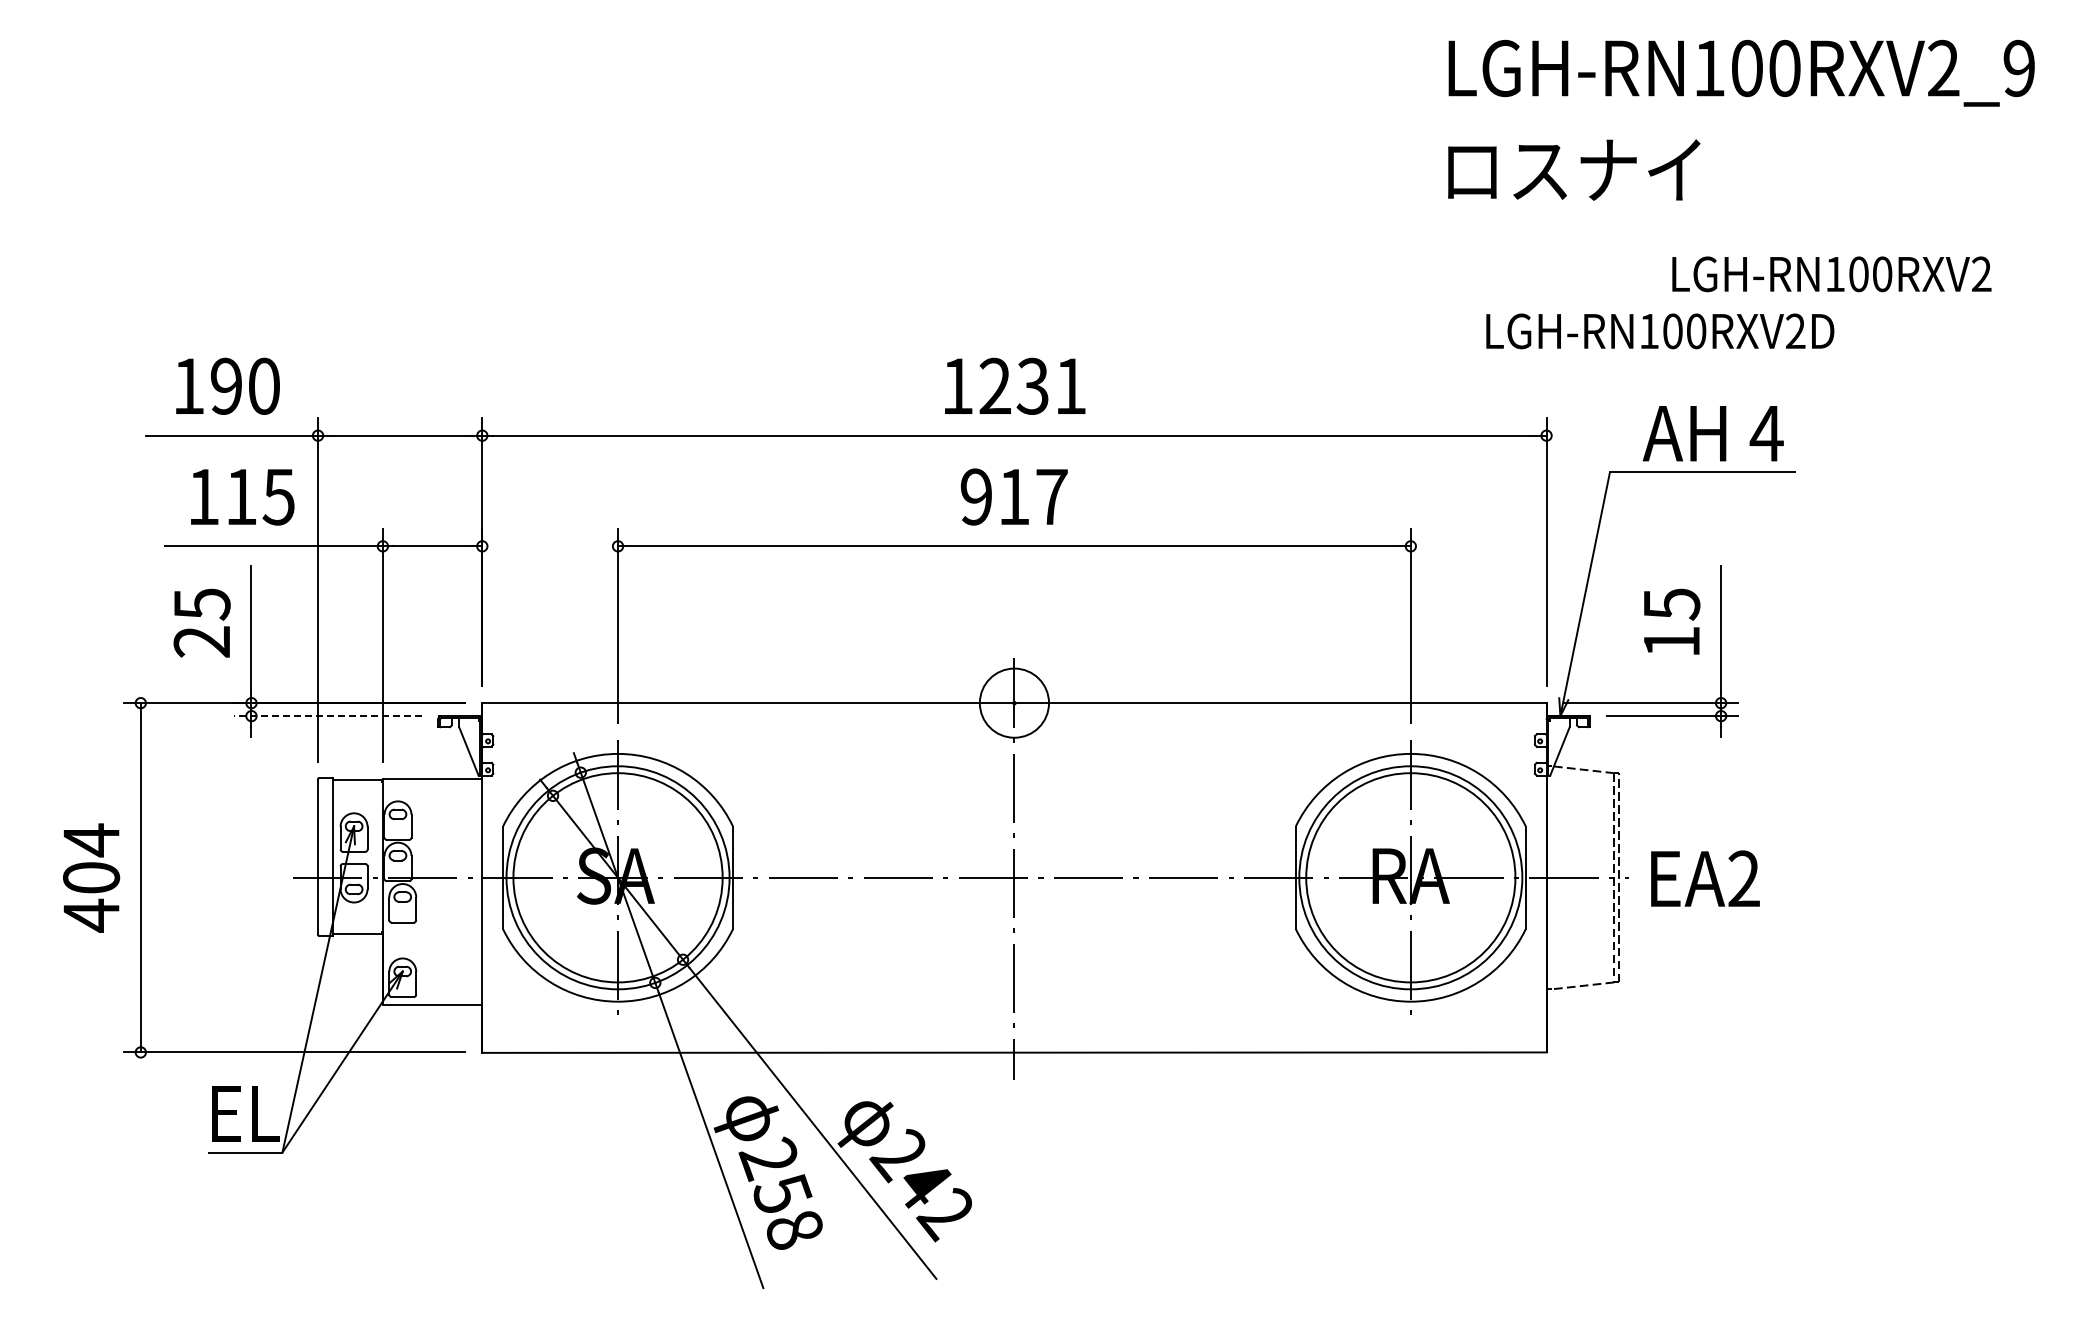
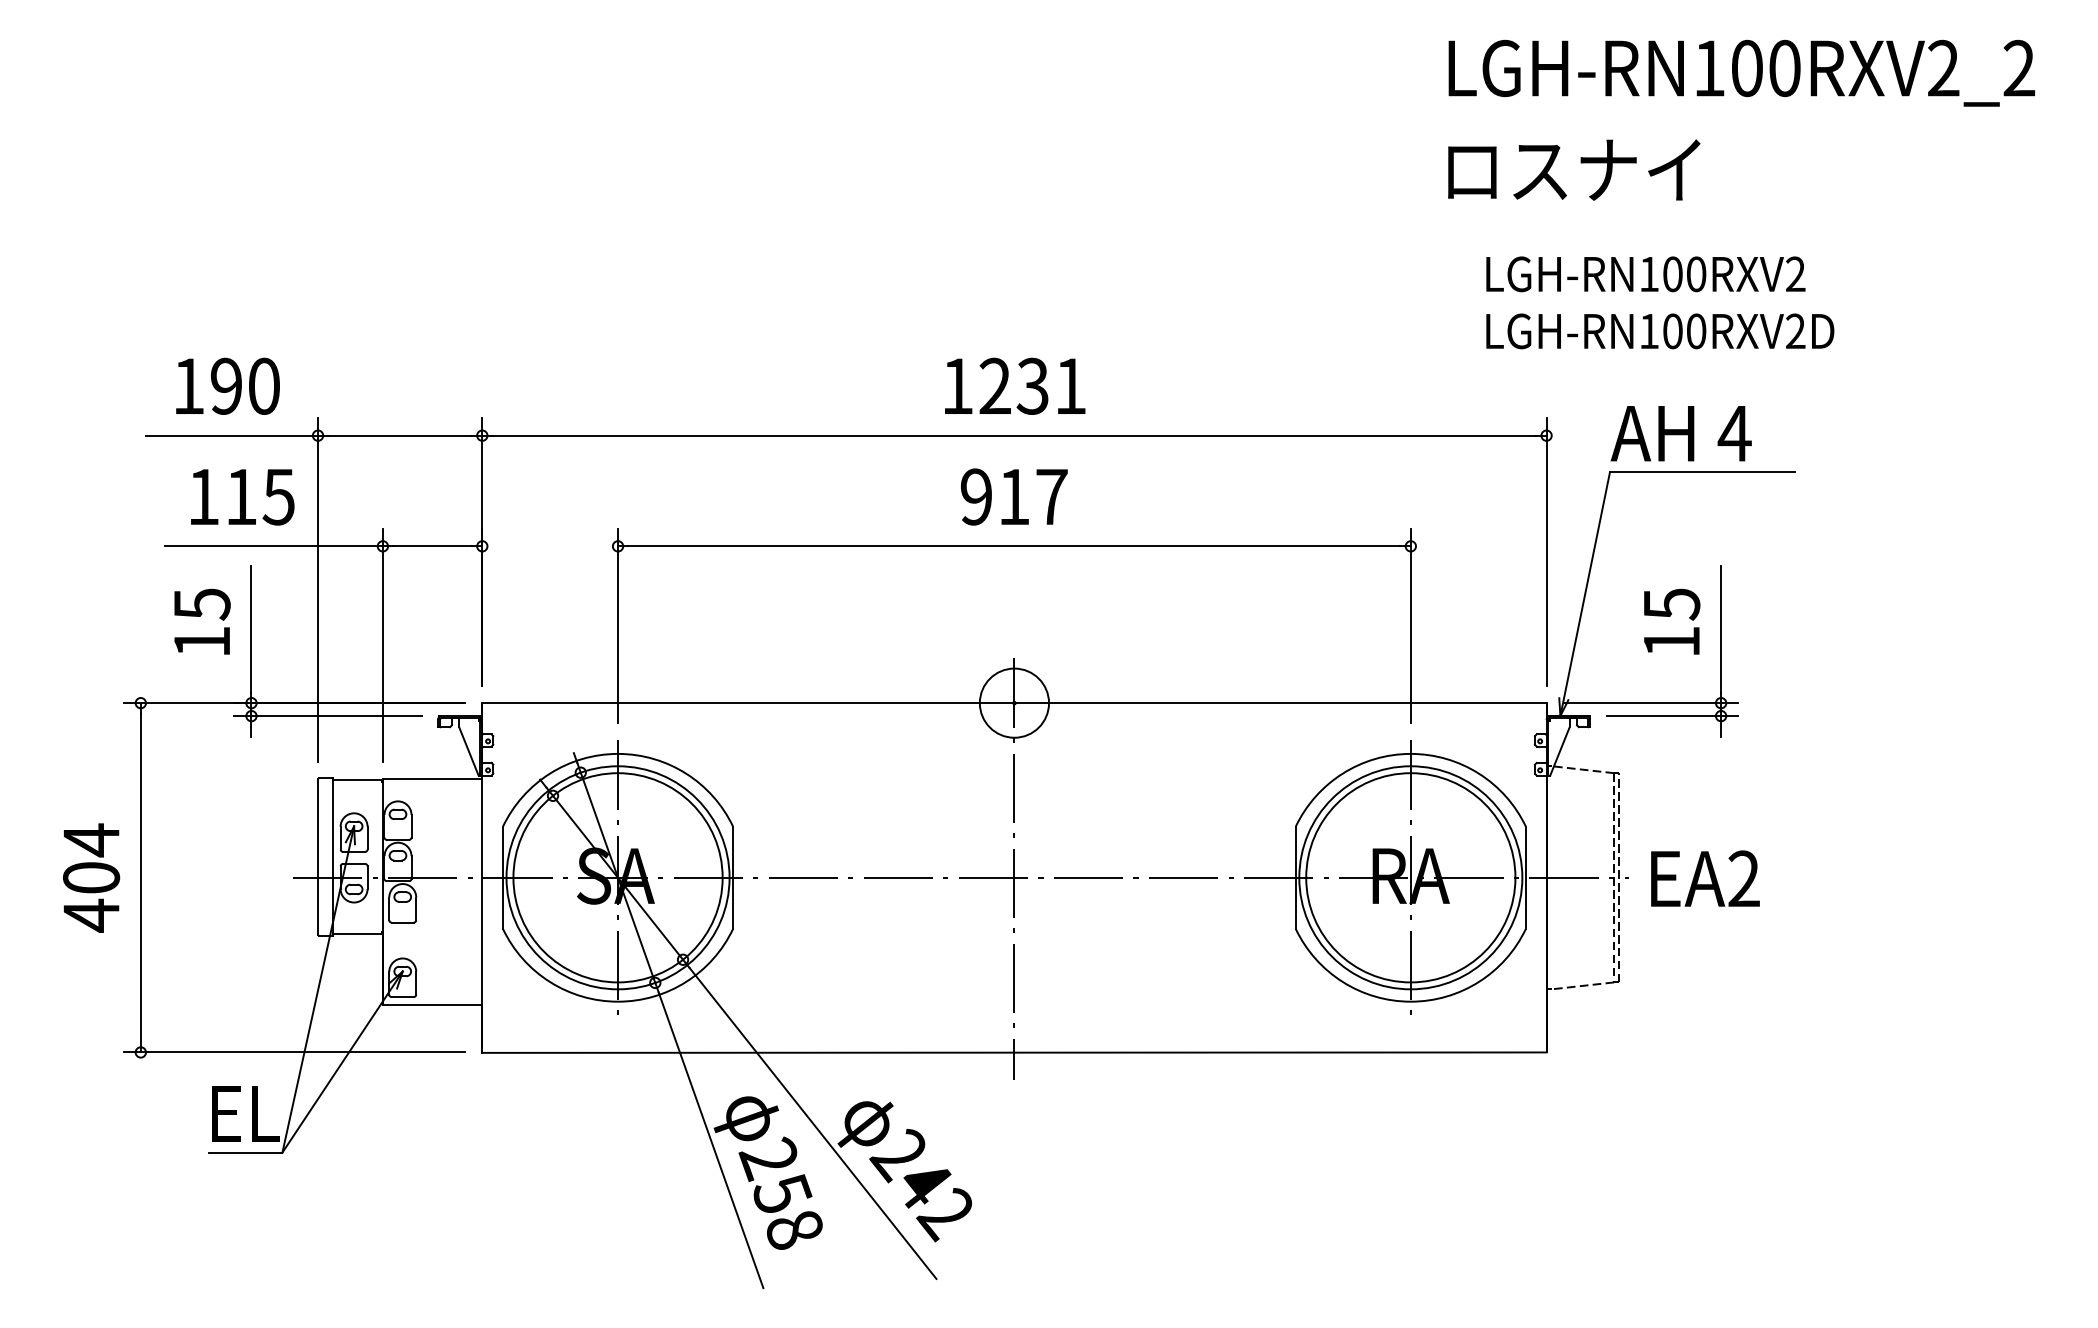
text at (2019, 68): LGH-RN100RXV2_9 -> LGH-RN100RXV2_2
text at (1831, 274) position: (1831, 274) -> (1645, 274)
text at (1712, 433) position: (1712, 433) -> (1680, 433)
text at (201, 641): 25 -> 15
line at (327, 716): dashed -> solid
